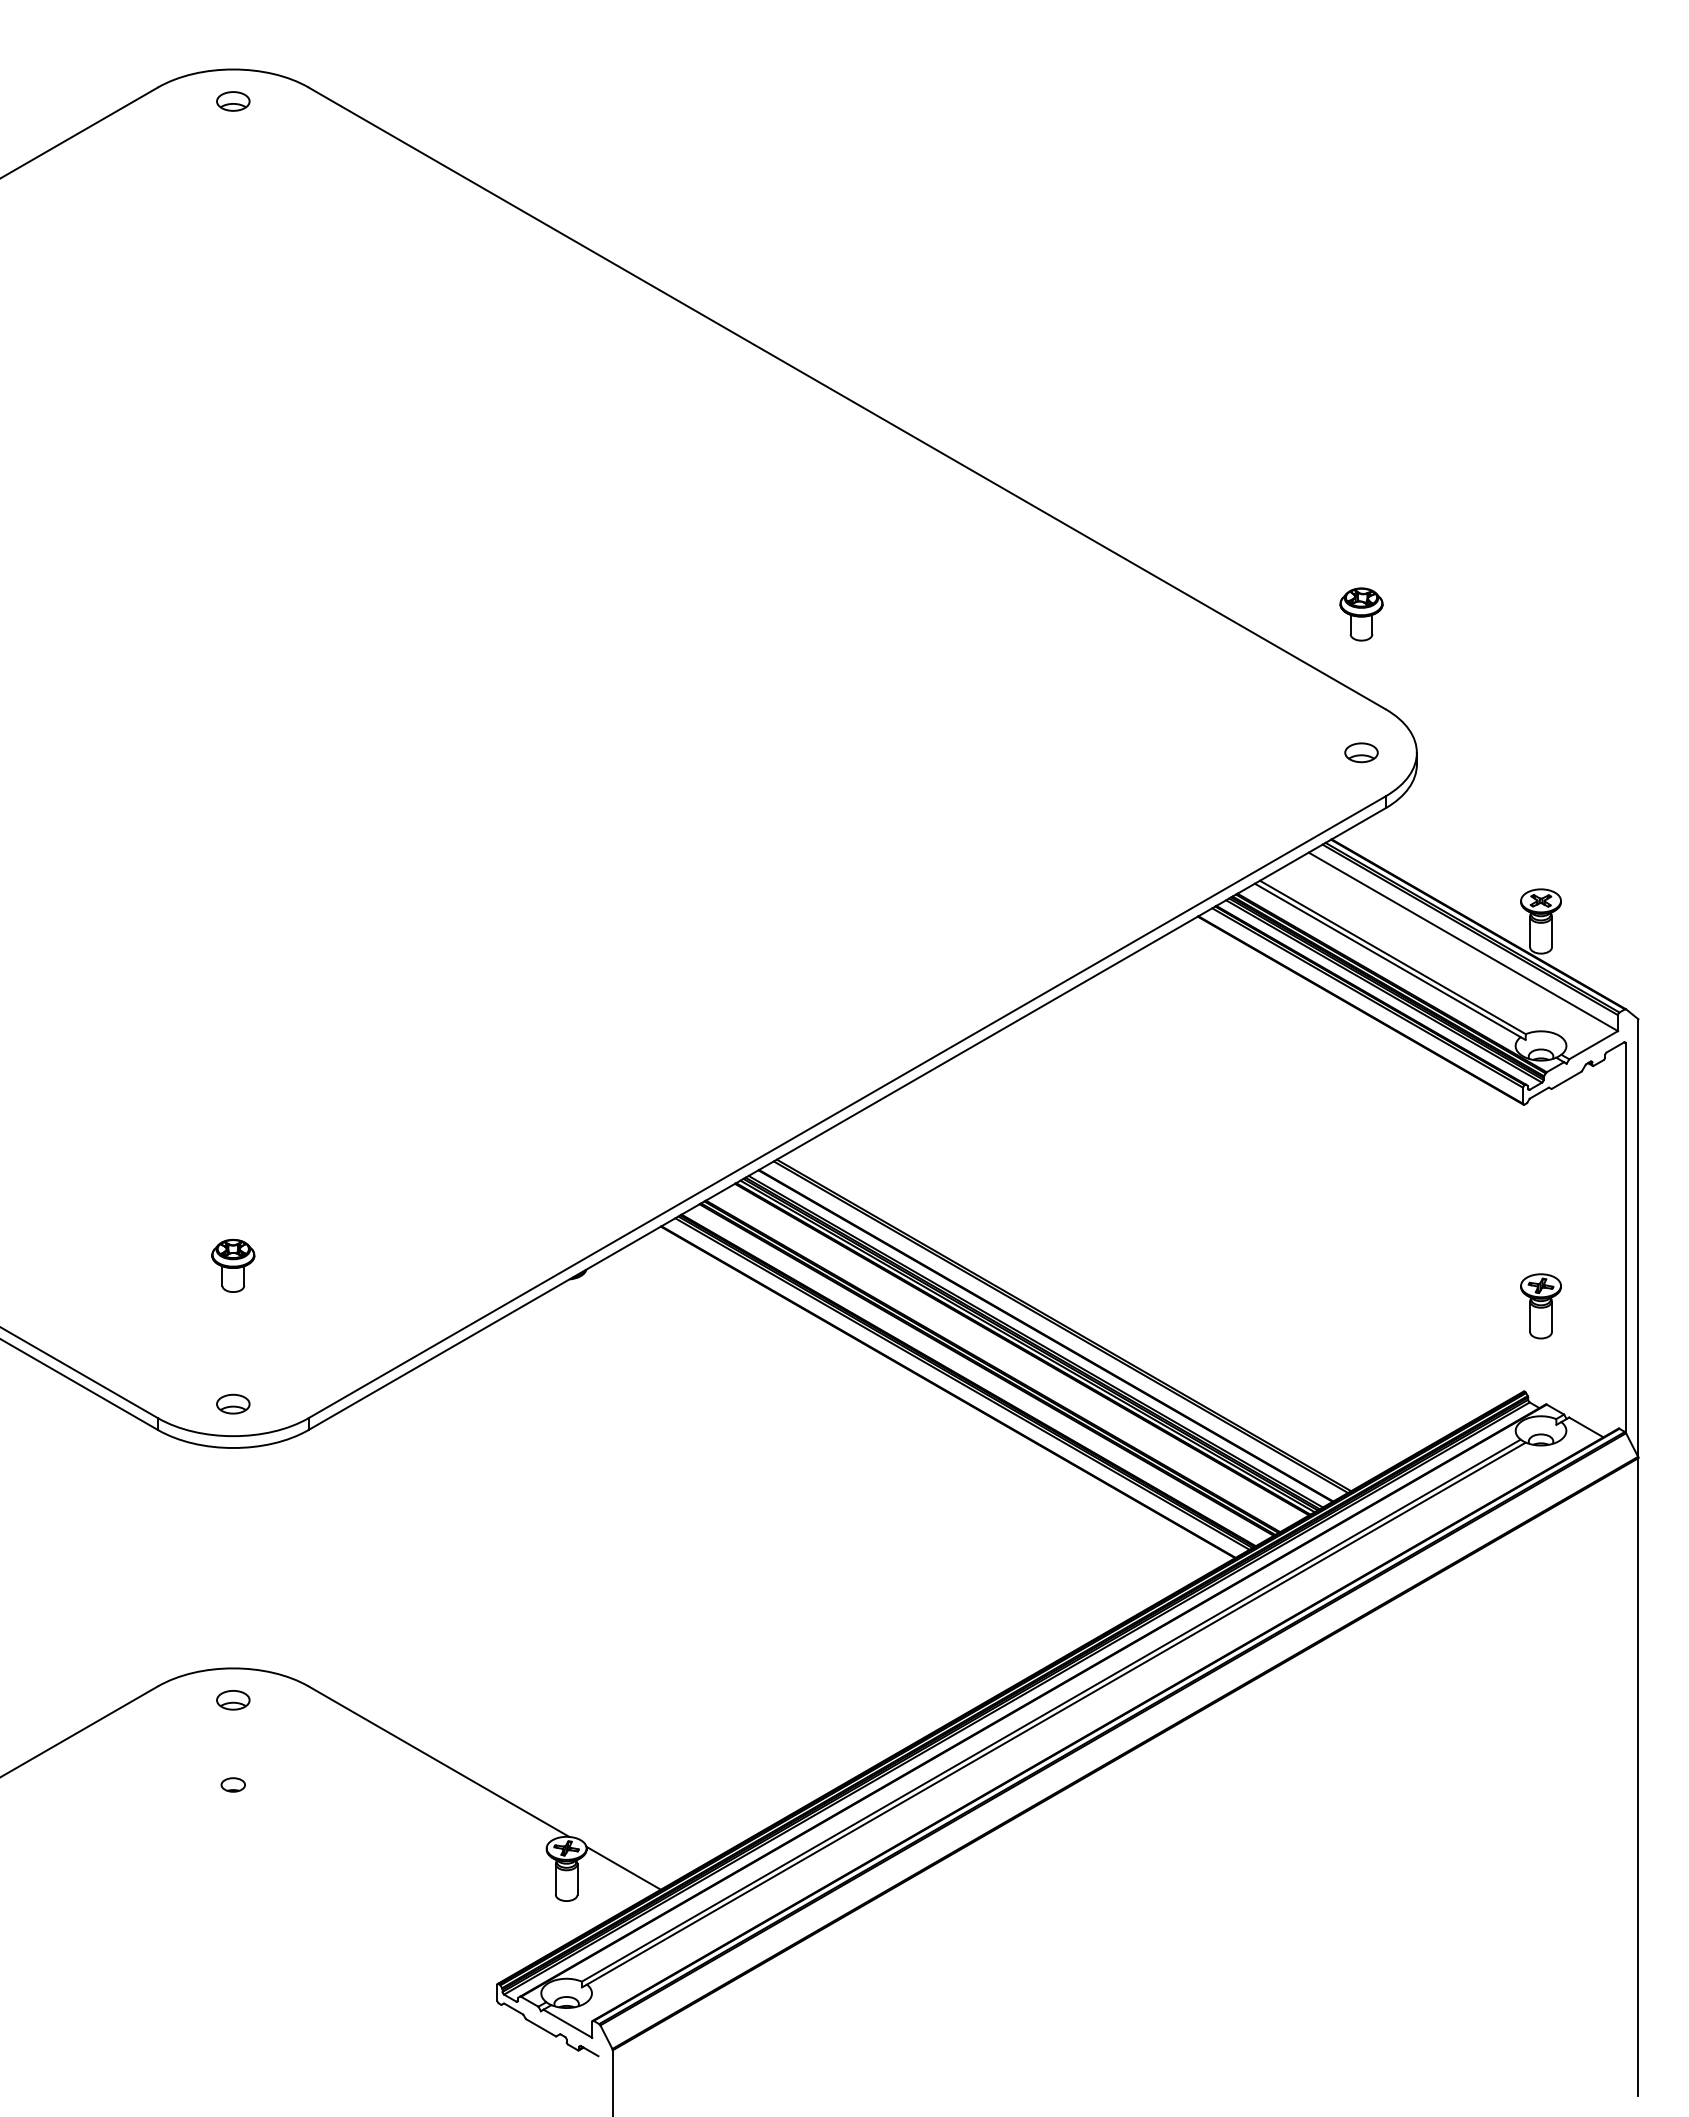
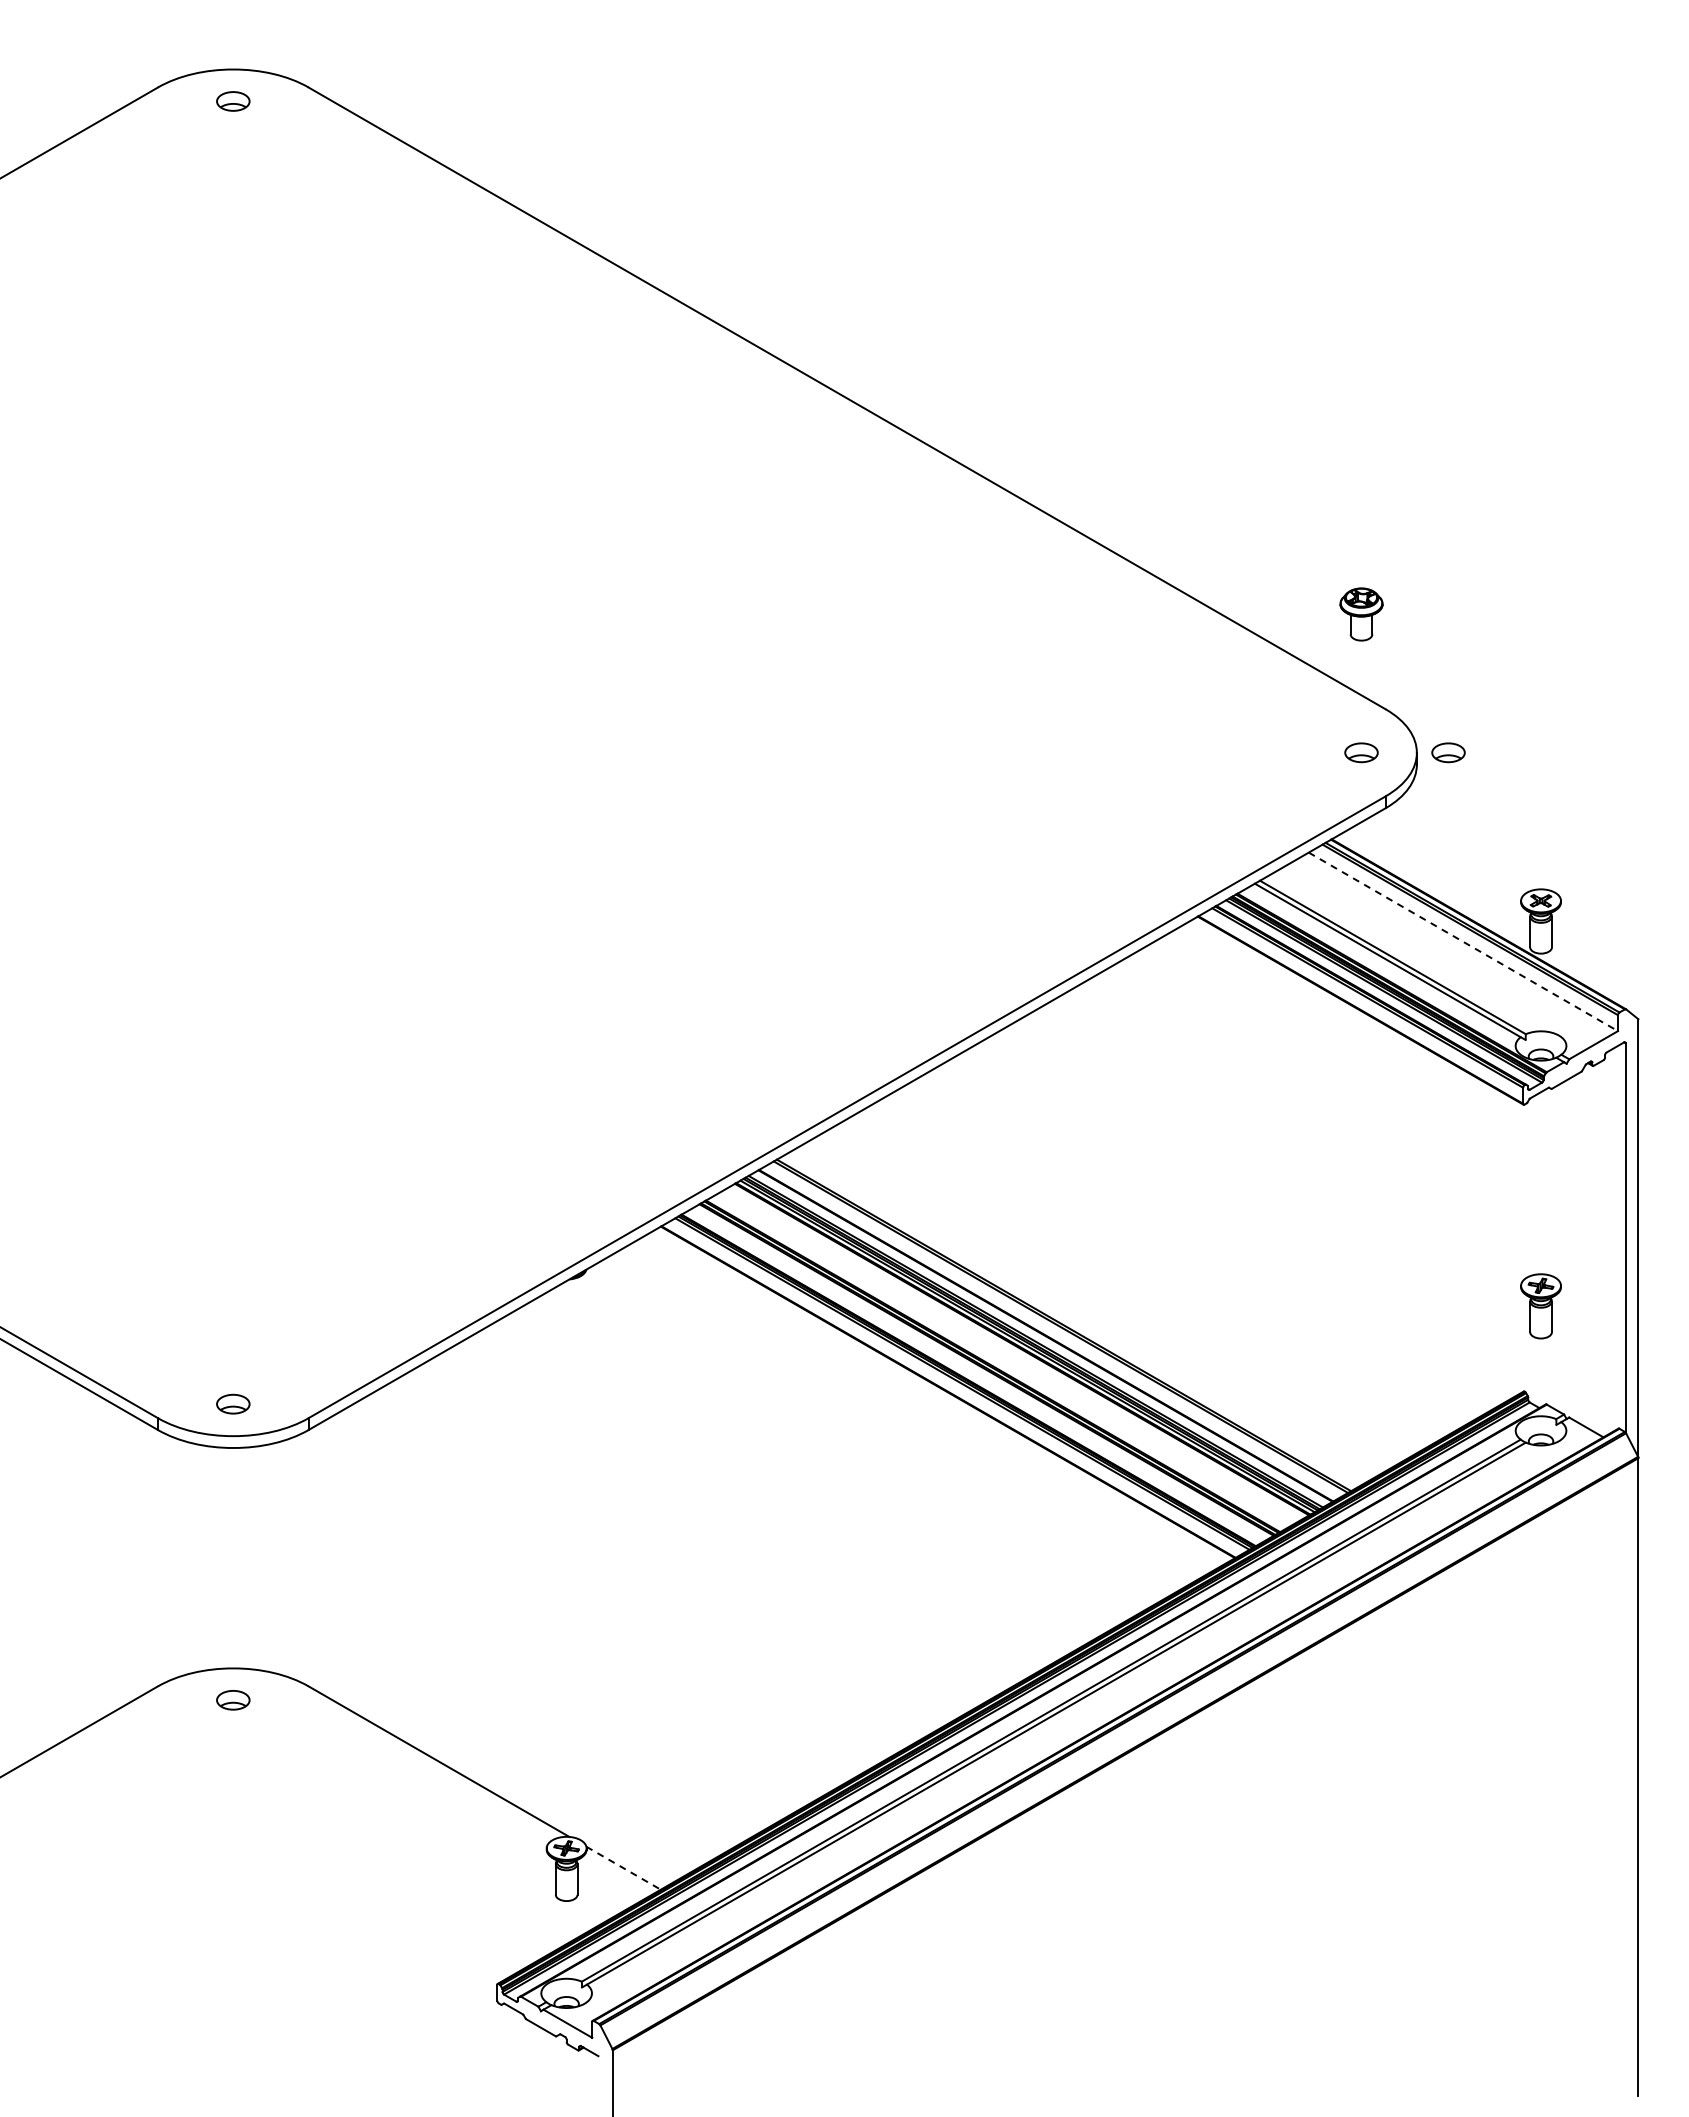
part at (1448, 752): none -> present
line at (1463, 941): solid -> dashed
part at (233, 1265): present -> none
part at (232, 1784): present -> none
line at (624, 1868): solid -> dashed
